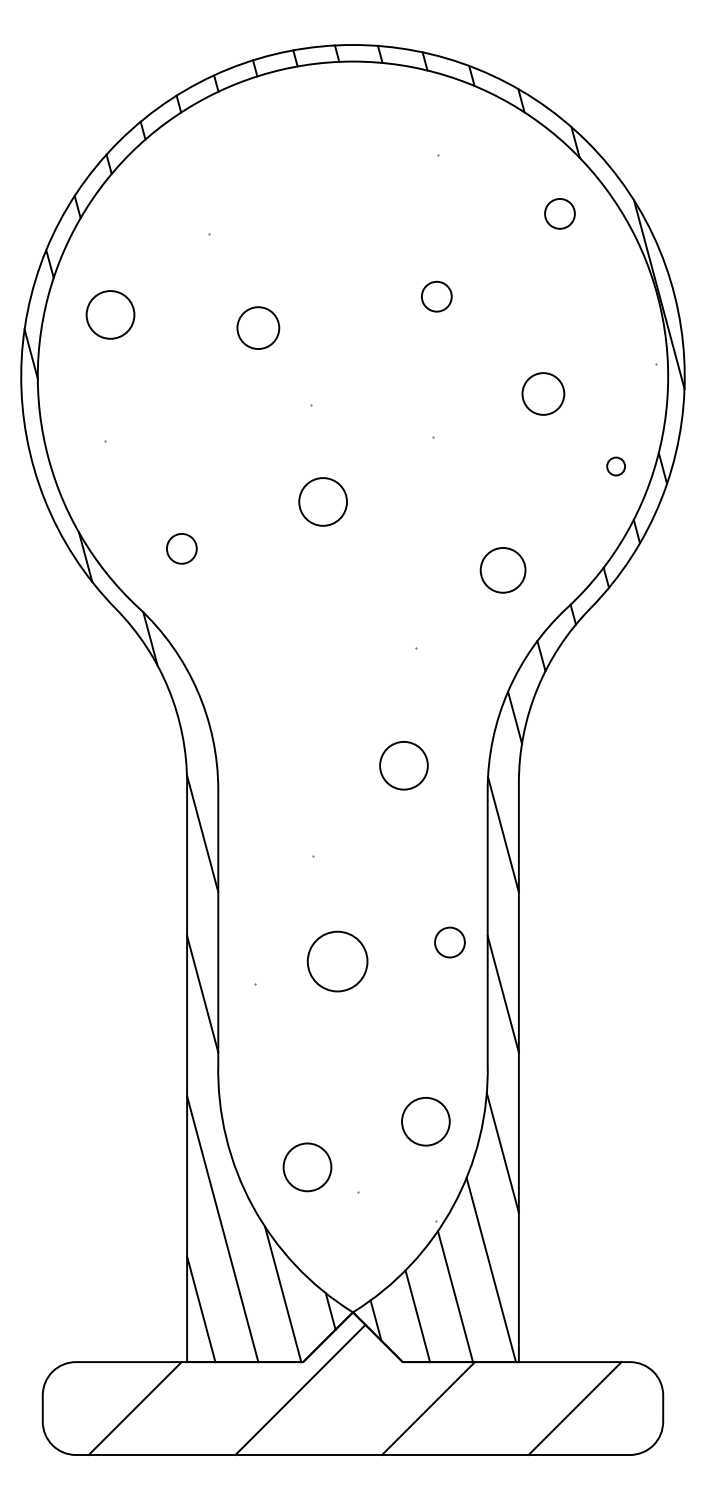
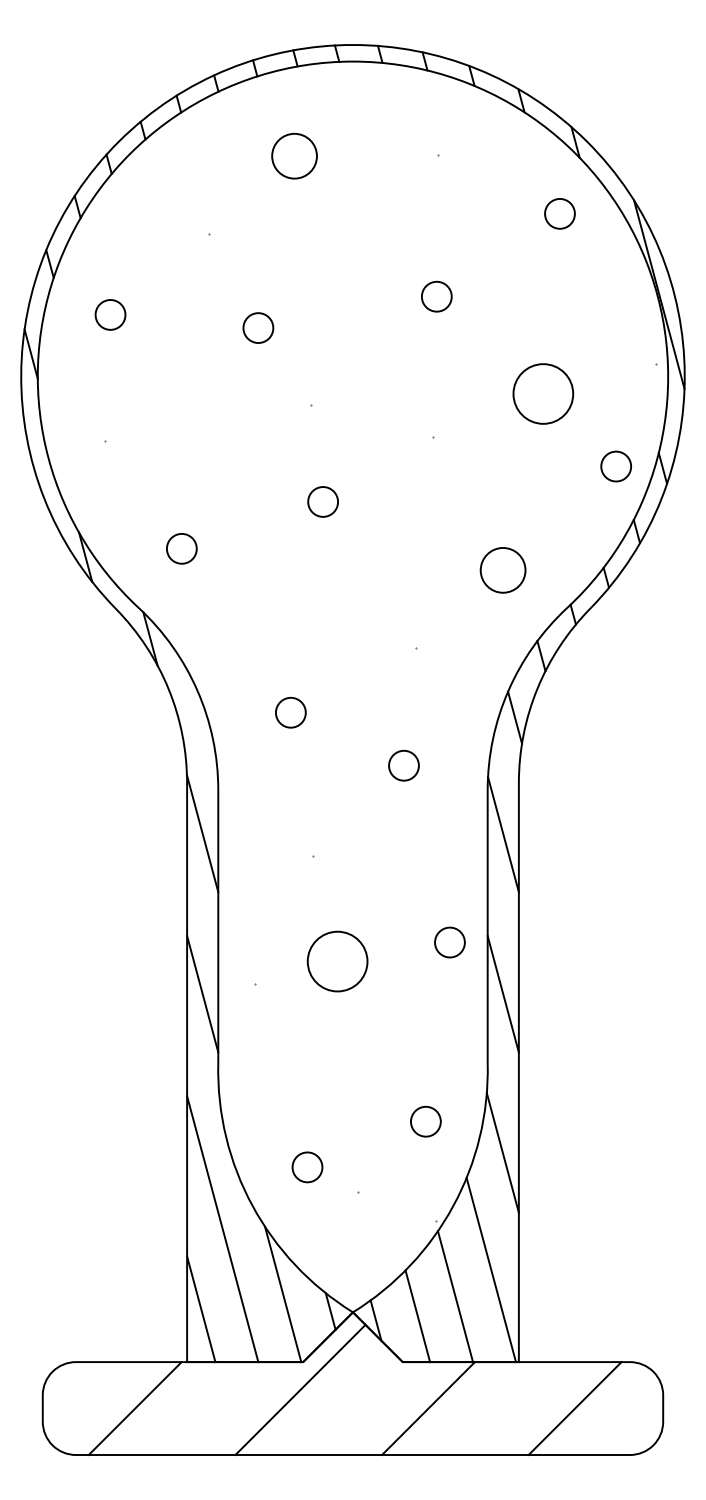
circle at (294, 155): none -> present
circle at (110, 314) diameter: 48 px -> 30 px
circle at (258, 327) size: 45x44 px -> 33x32 px
circle at (543, 393) size: 45x44 px -> 63x62 px
circle at (615, 466) size: 20x21 px -> 32x33 px
circle at (323, 501) diameter: 48 px -> 30 px
circle at (290, 712): none -> present
circle at (403, 765) diameter: 48 px -> 30 px
circle at (425, 1121) diameter: 48 px -> 30 px
circle at (307, 1167) diameter: 48 px -> 30 px
